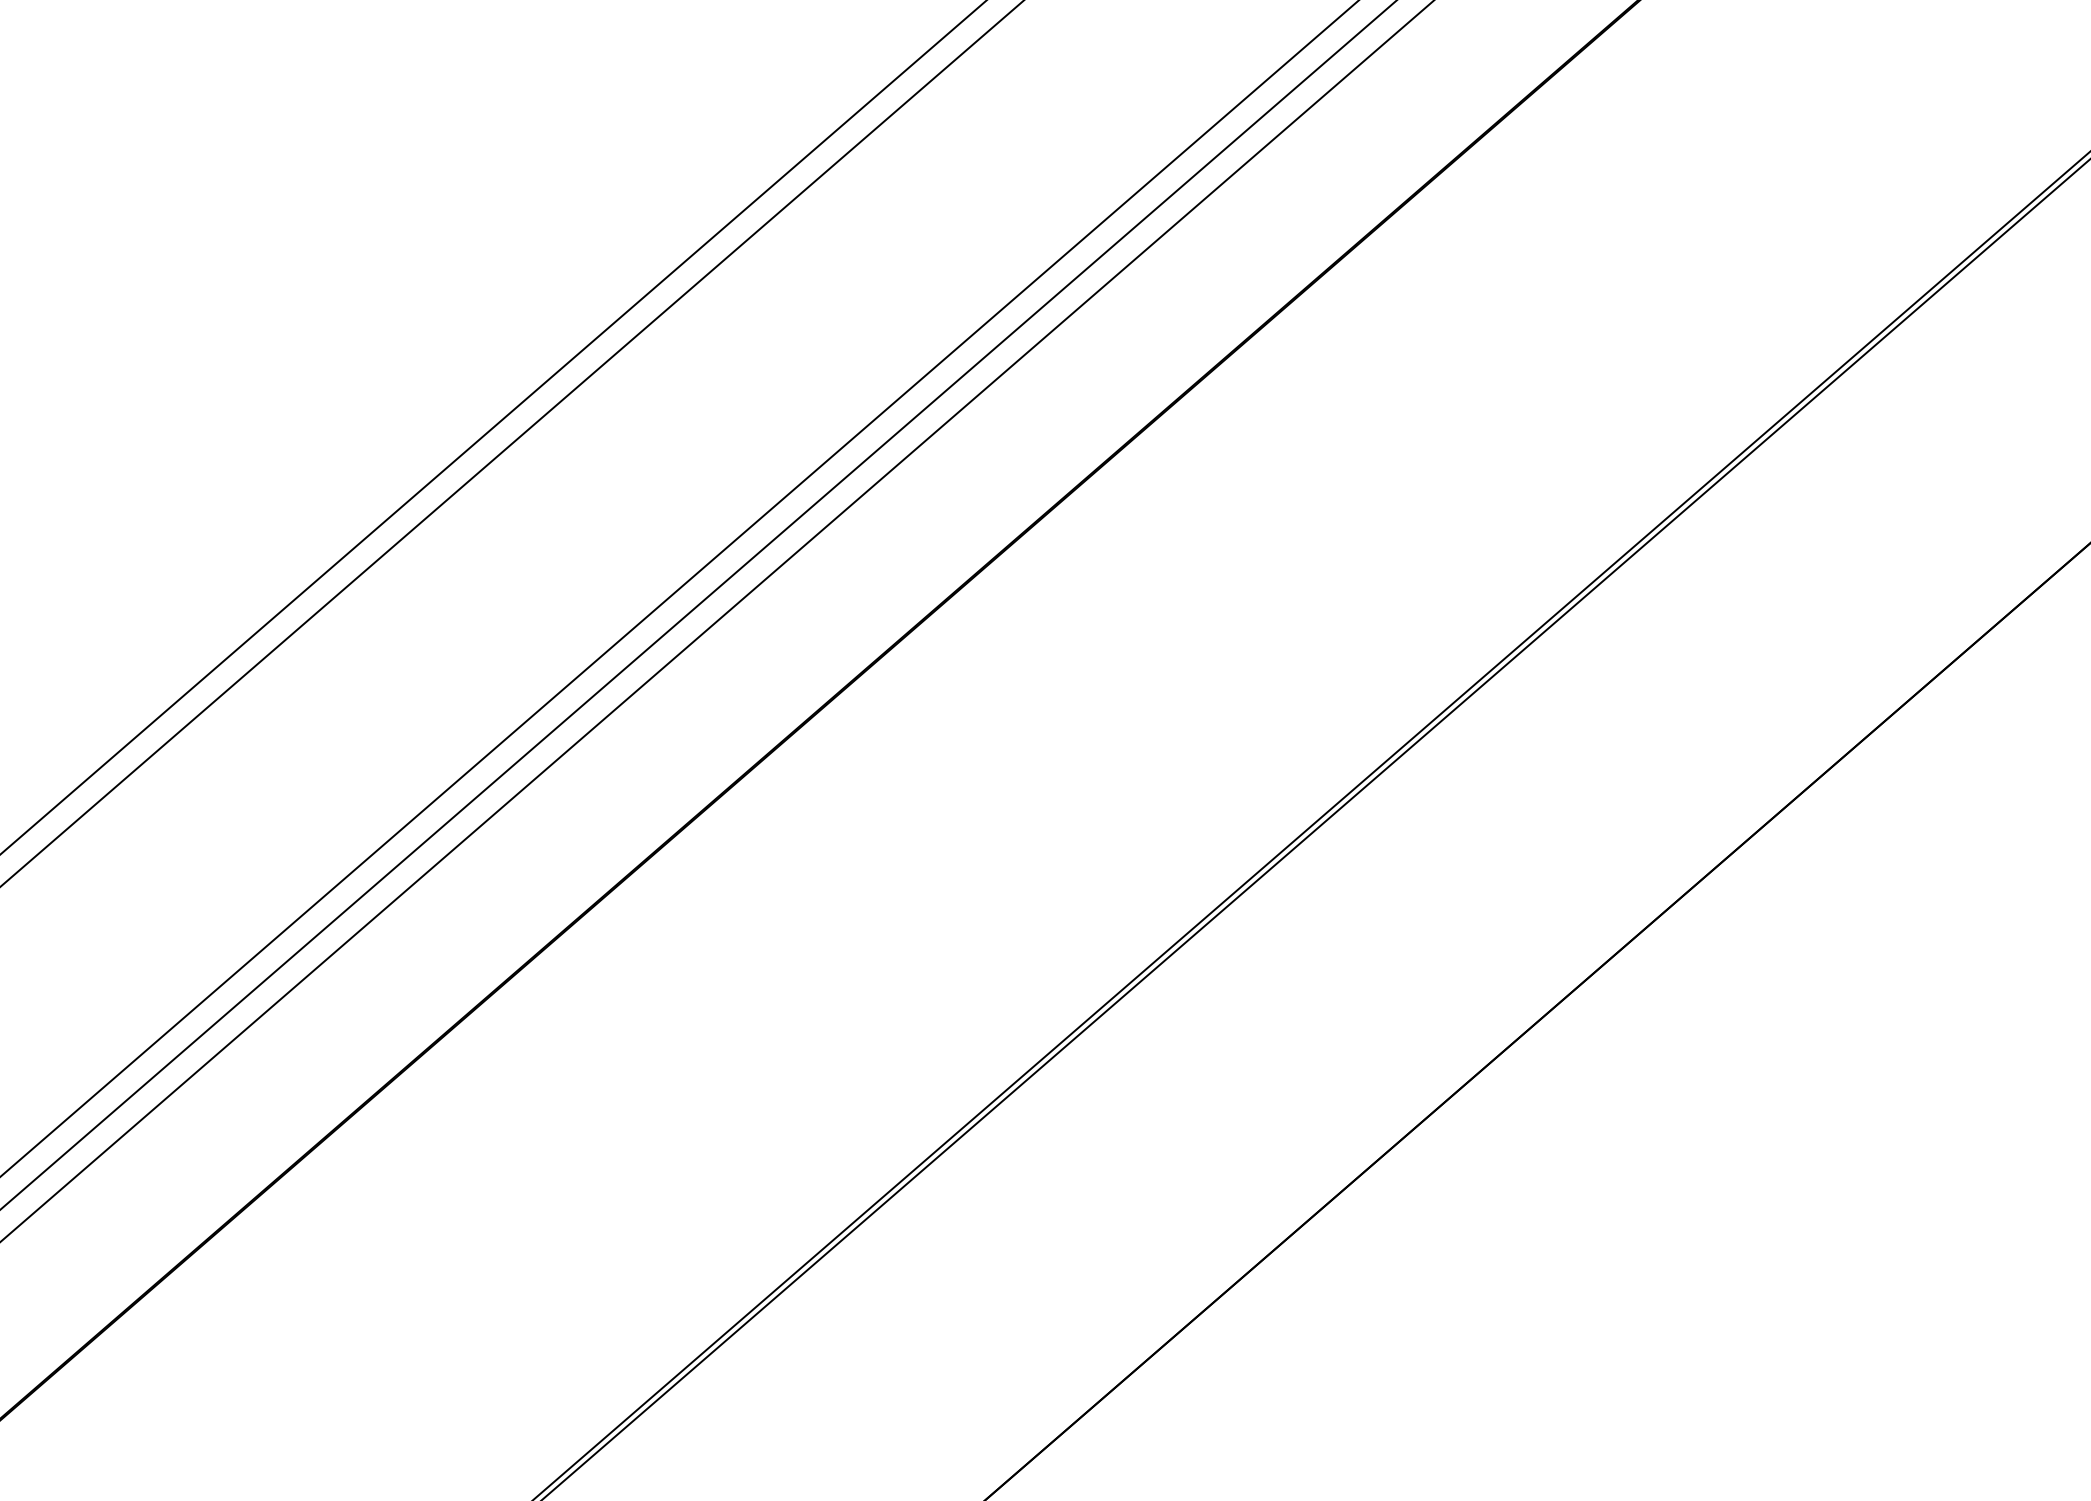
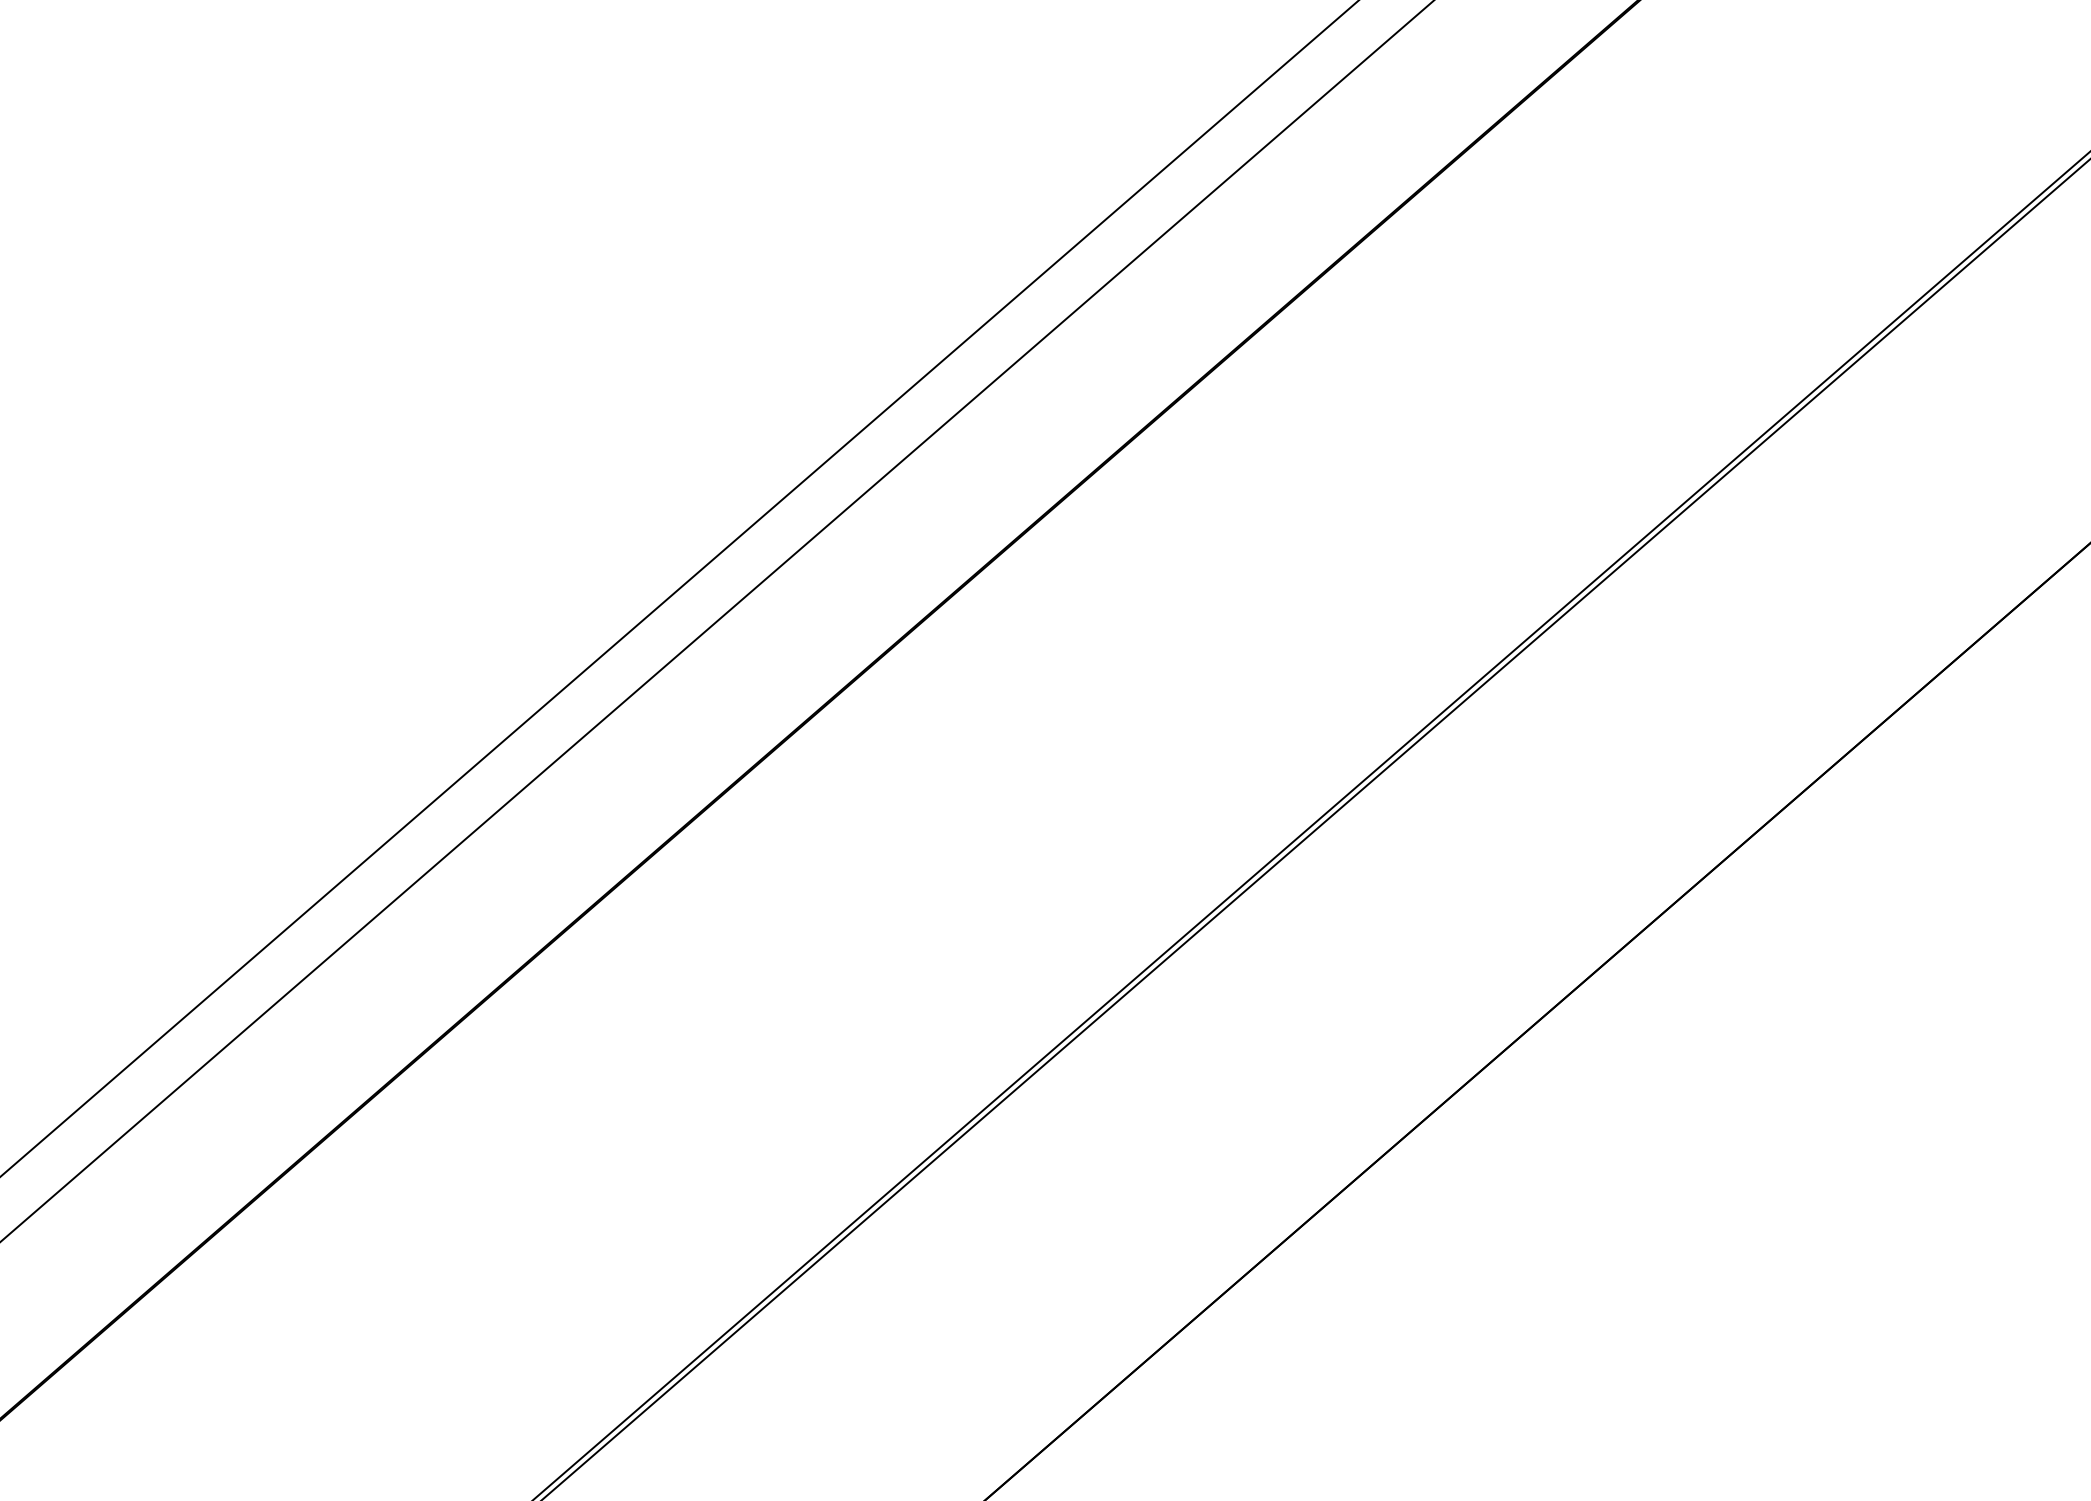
line at (493, 427): present -> none
line at (511, 443): present -> none
line at (698, 605): present -> none
